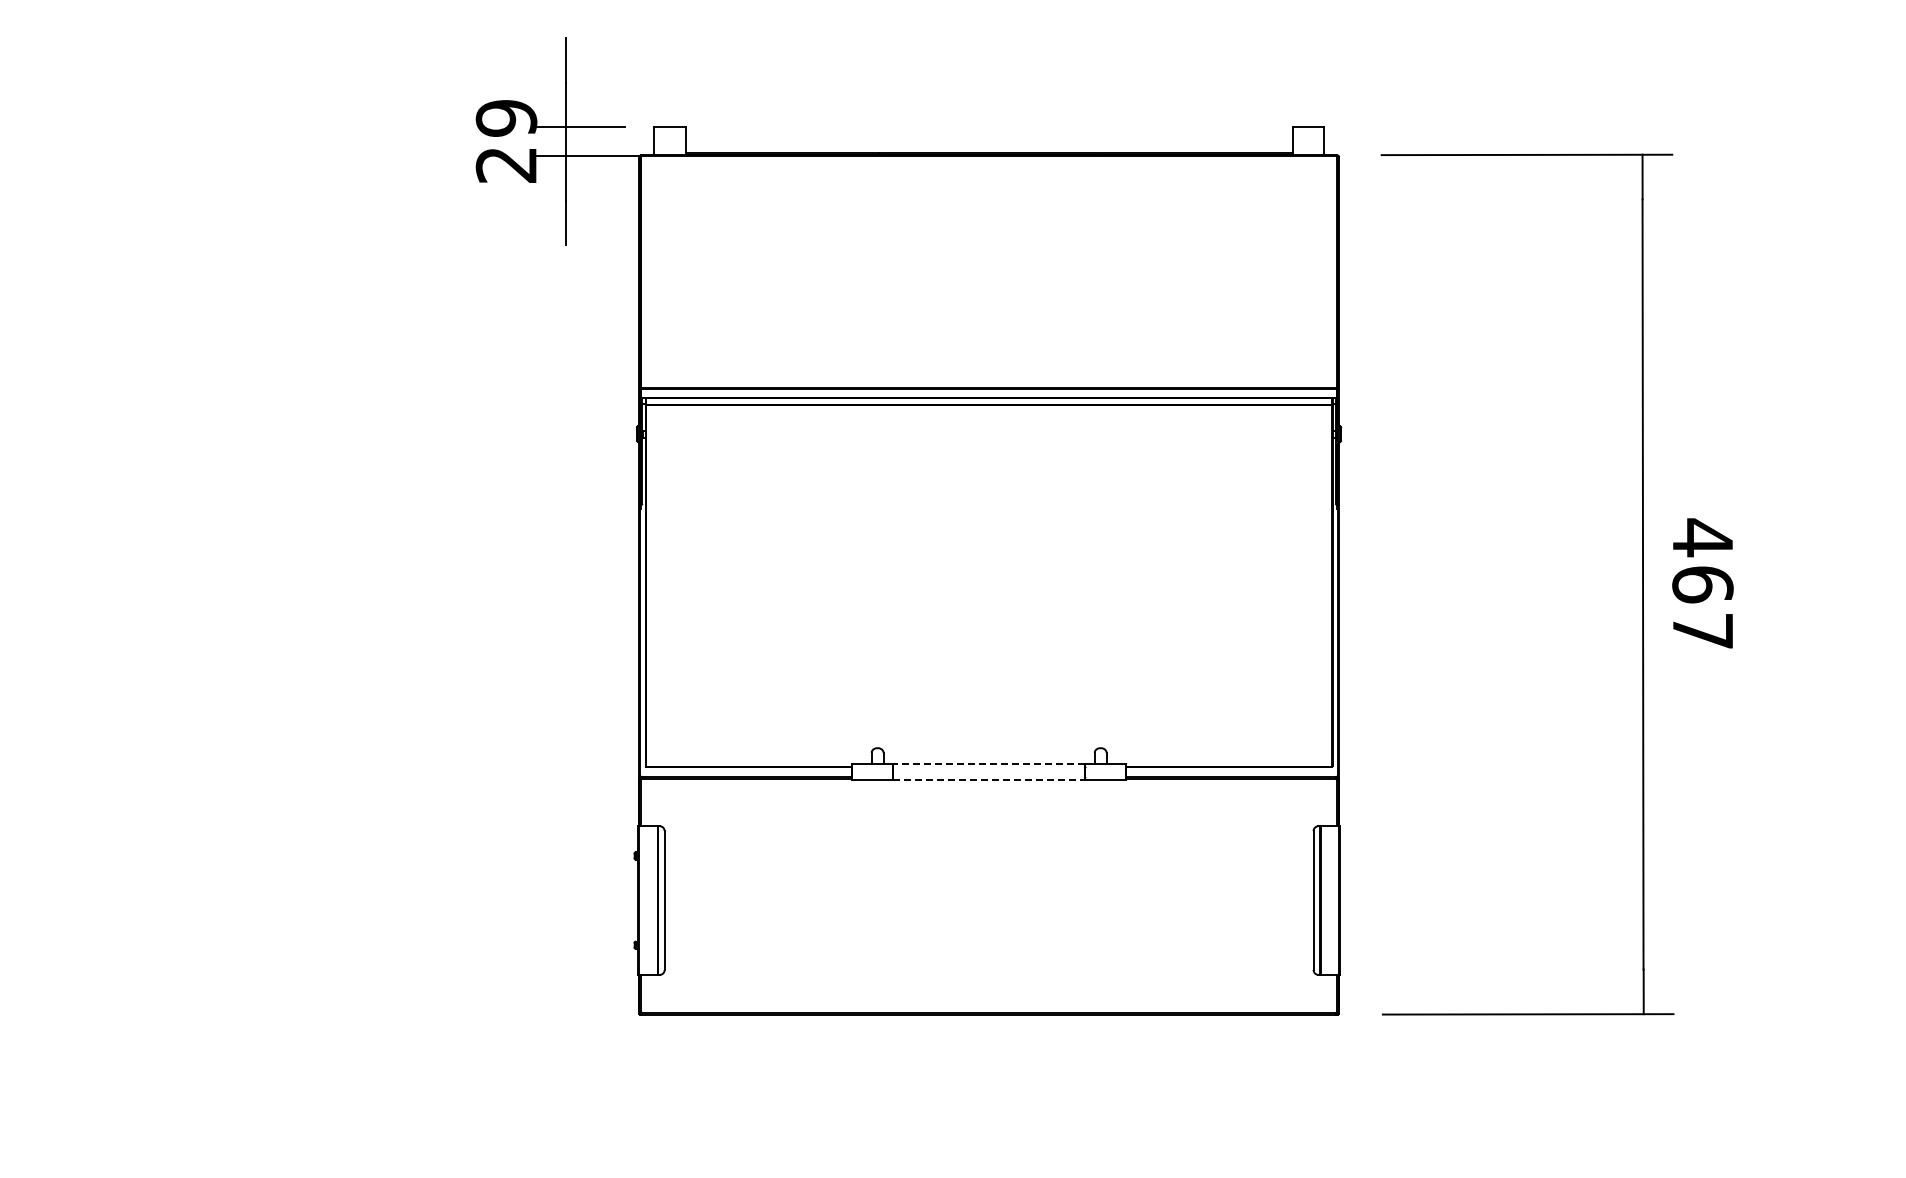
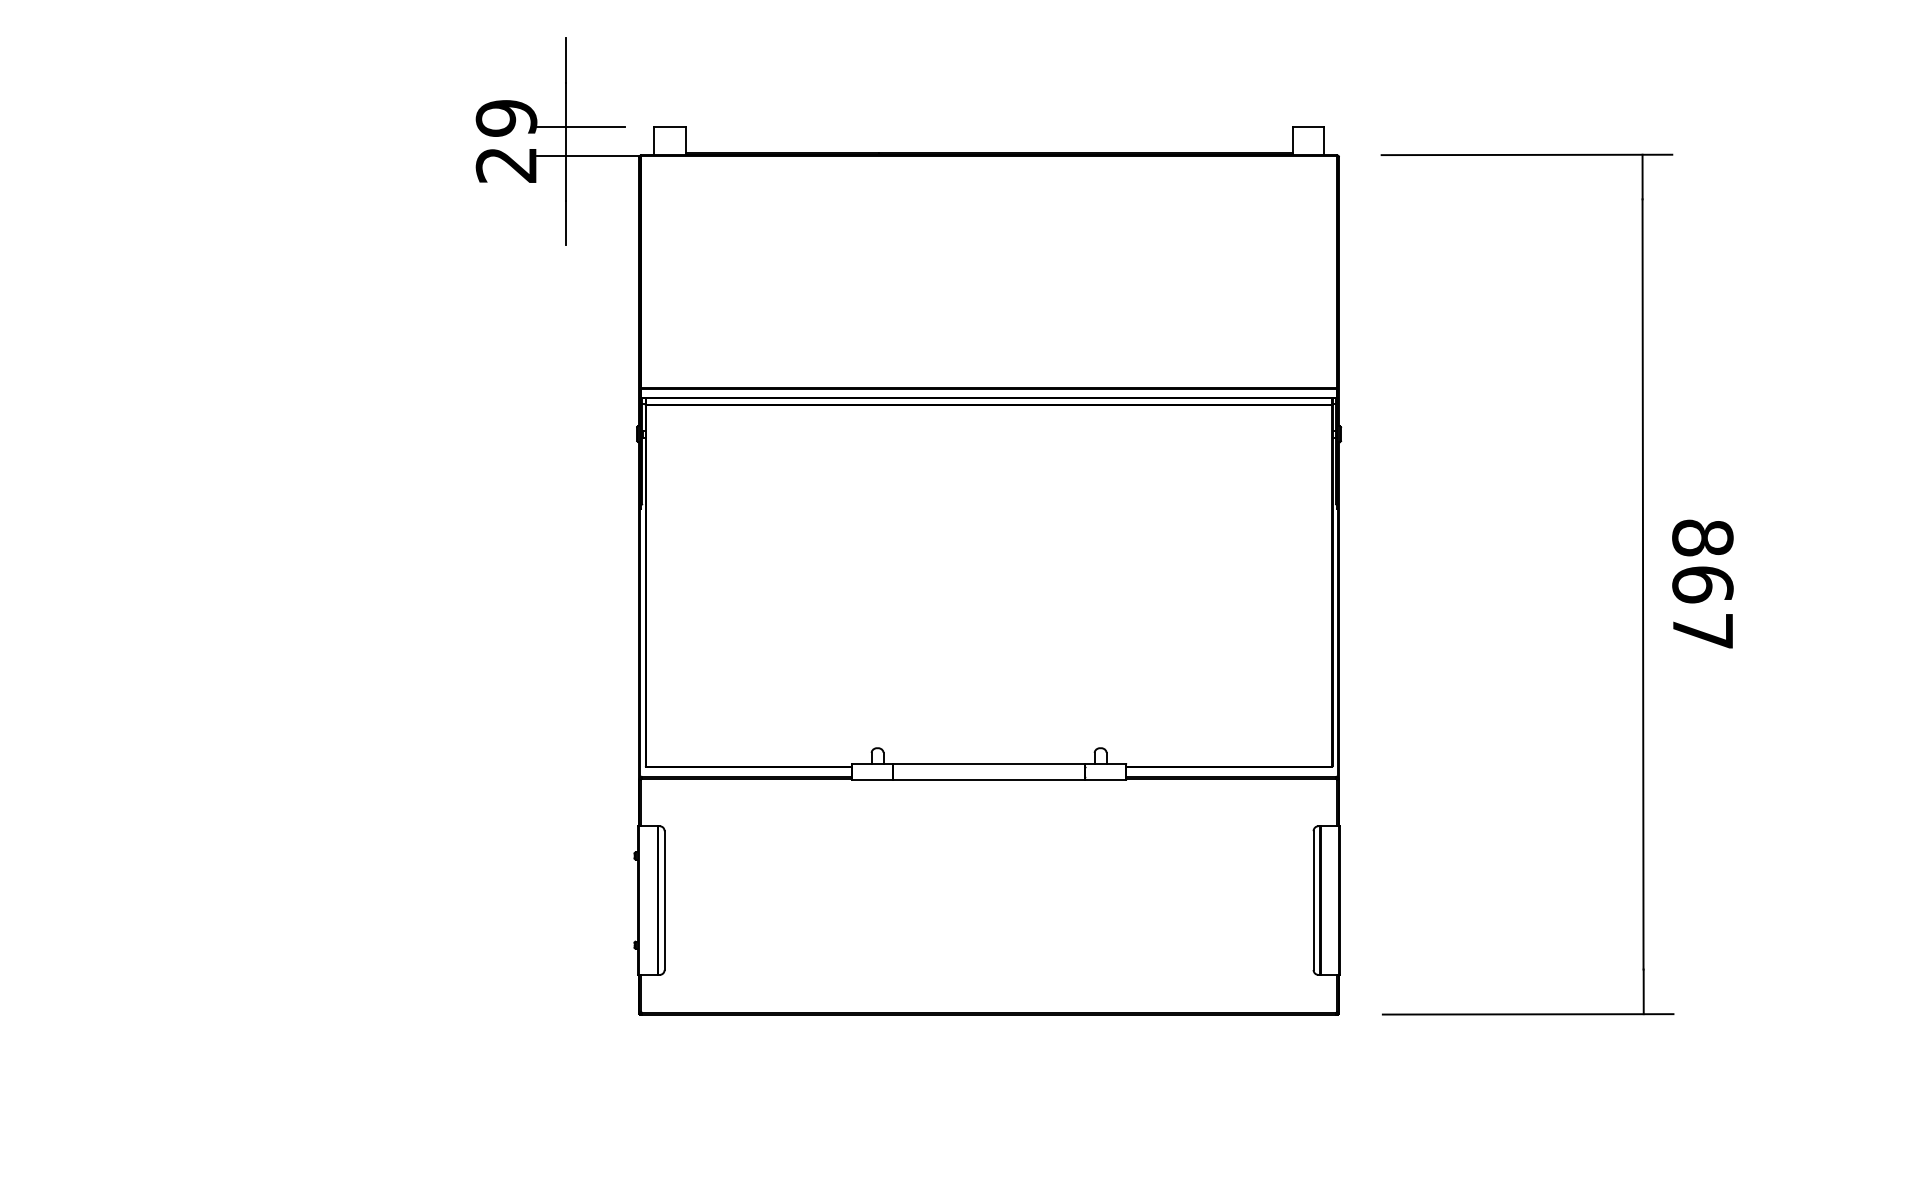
text at (1702, 537): 467 -> 867
line at (989, 763): dashed -> solid
line at (989, 779): dashed -> solid
